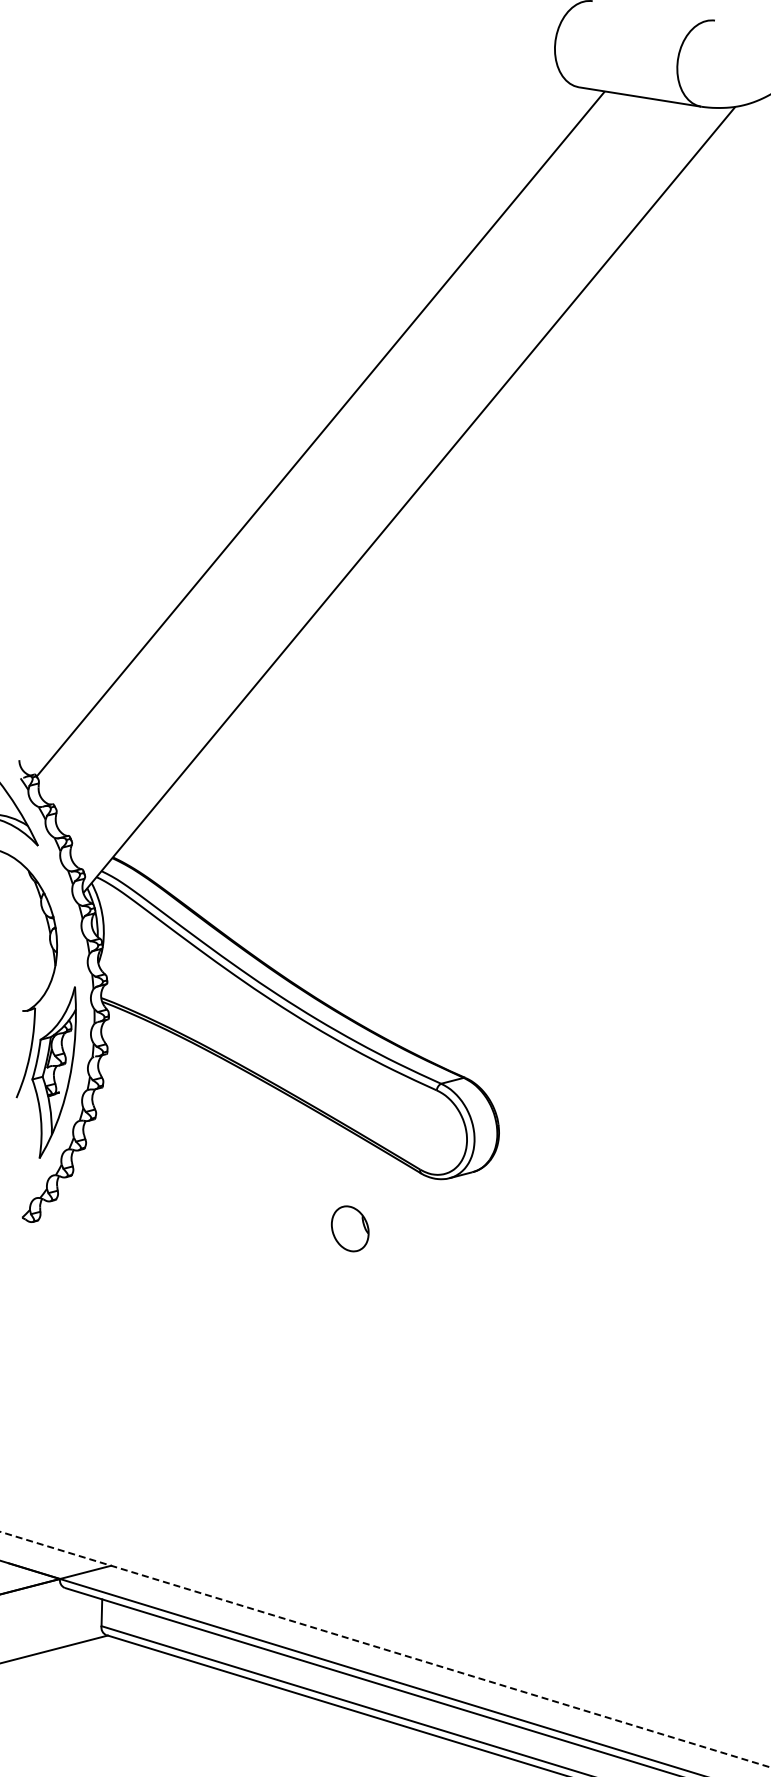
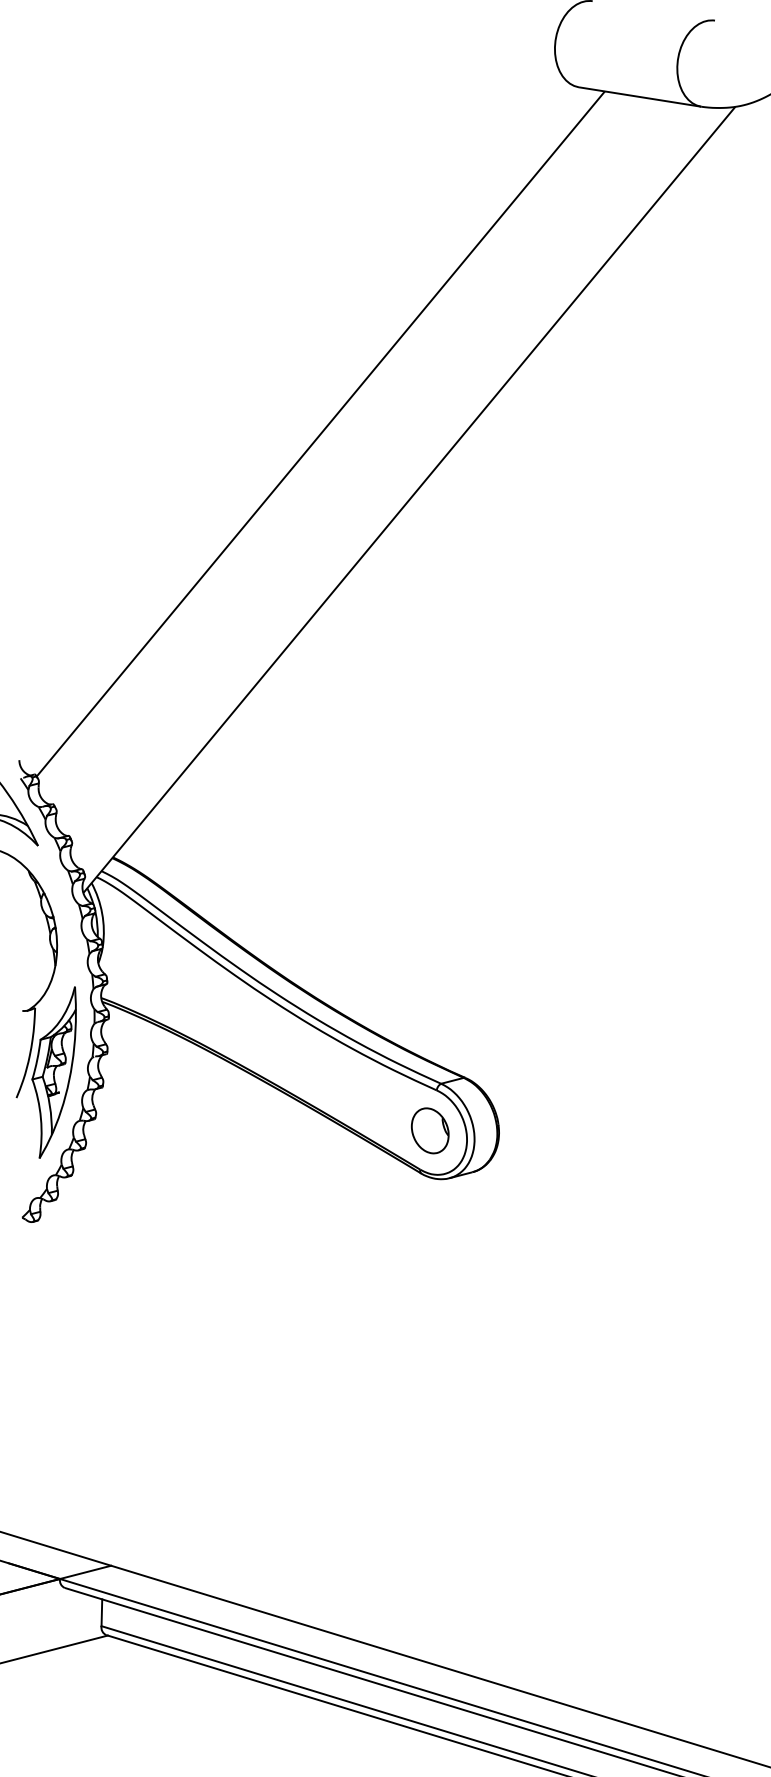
part at (349, 1228) position: (349, 1228) -> (429, 1130)
line at (385, 1649): dashed -> solid
